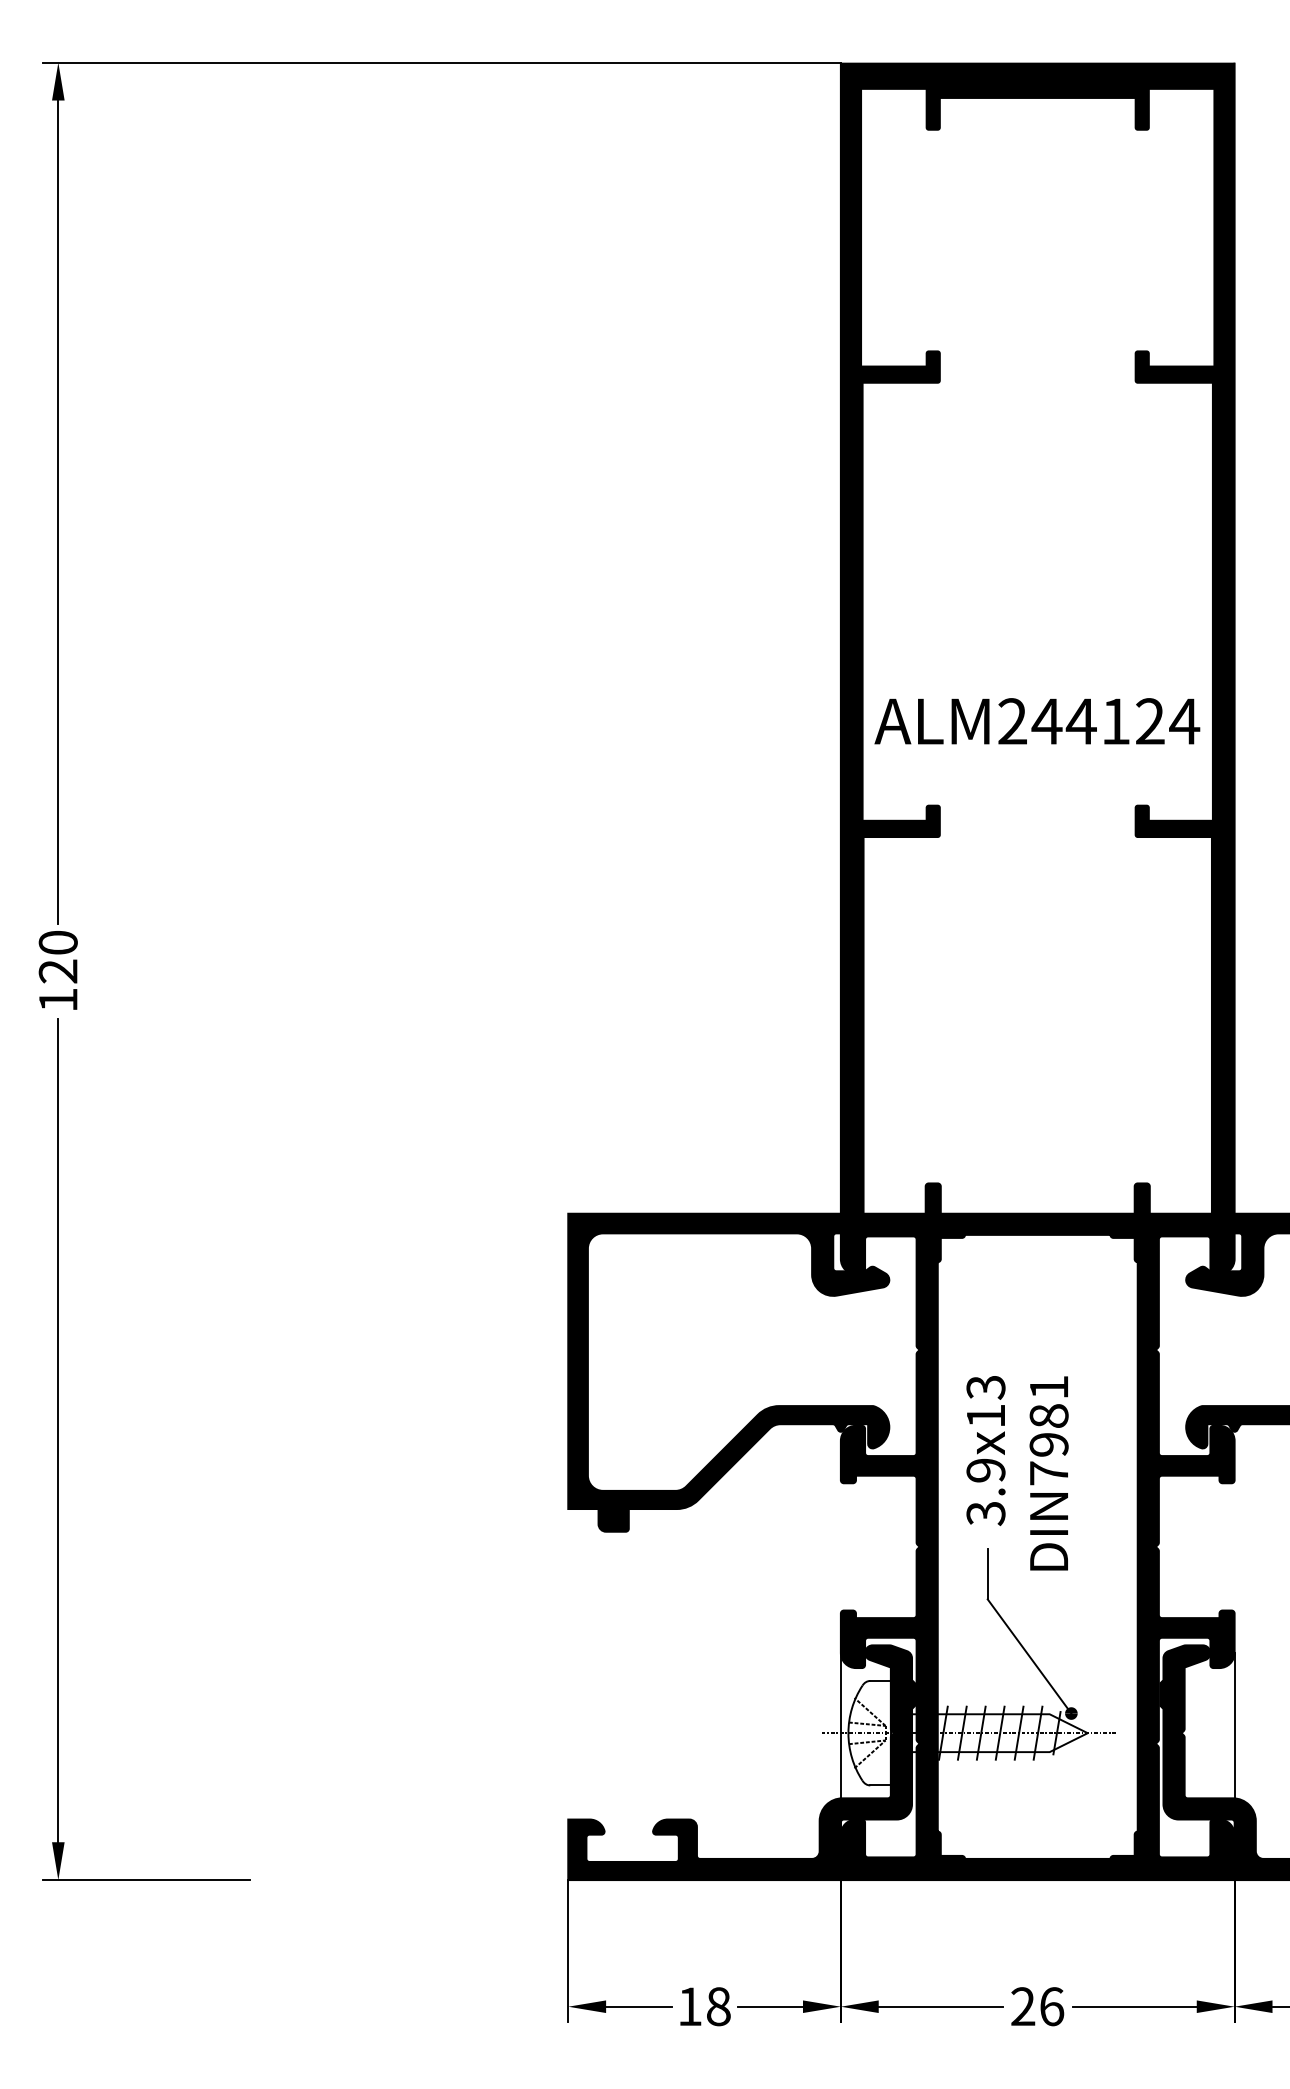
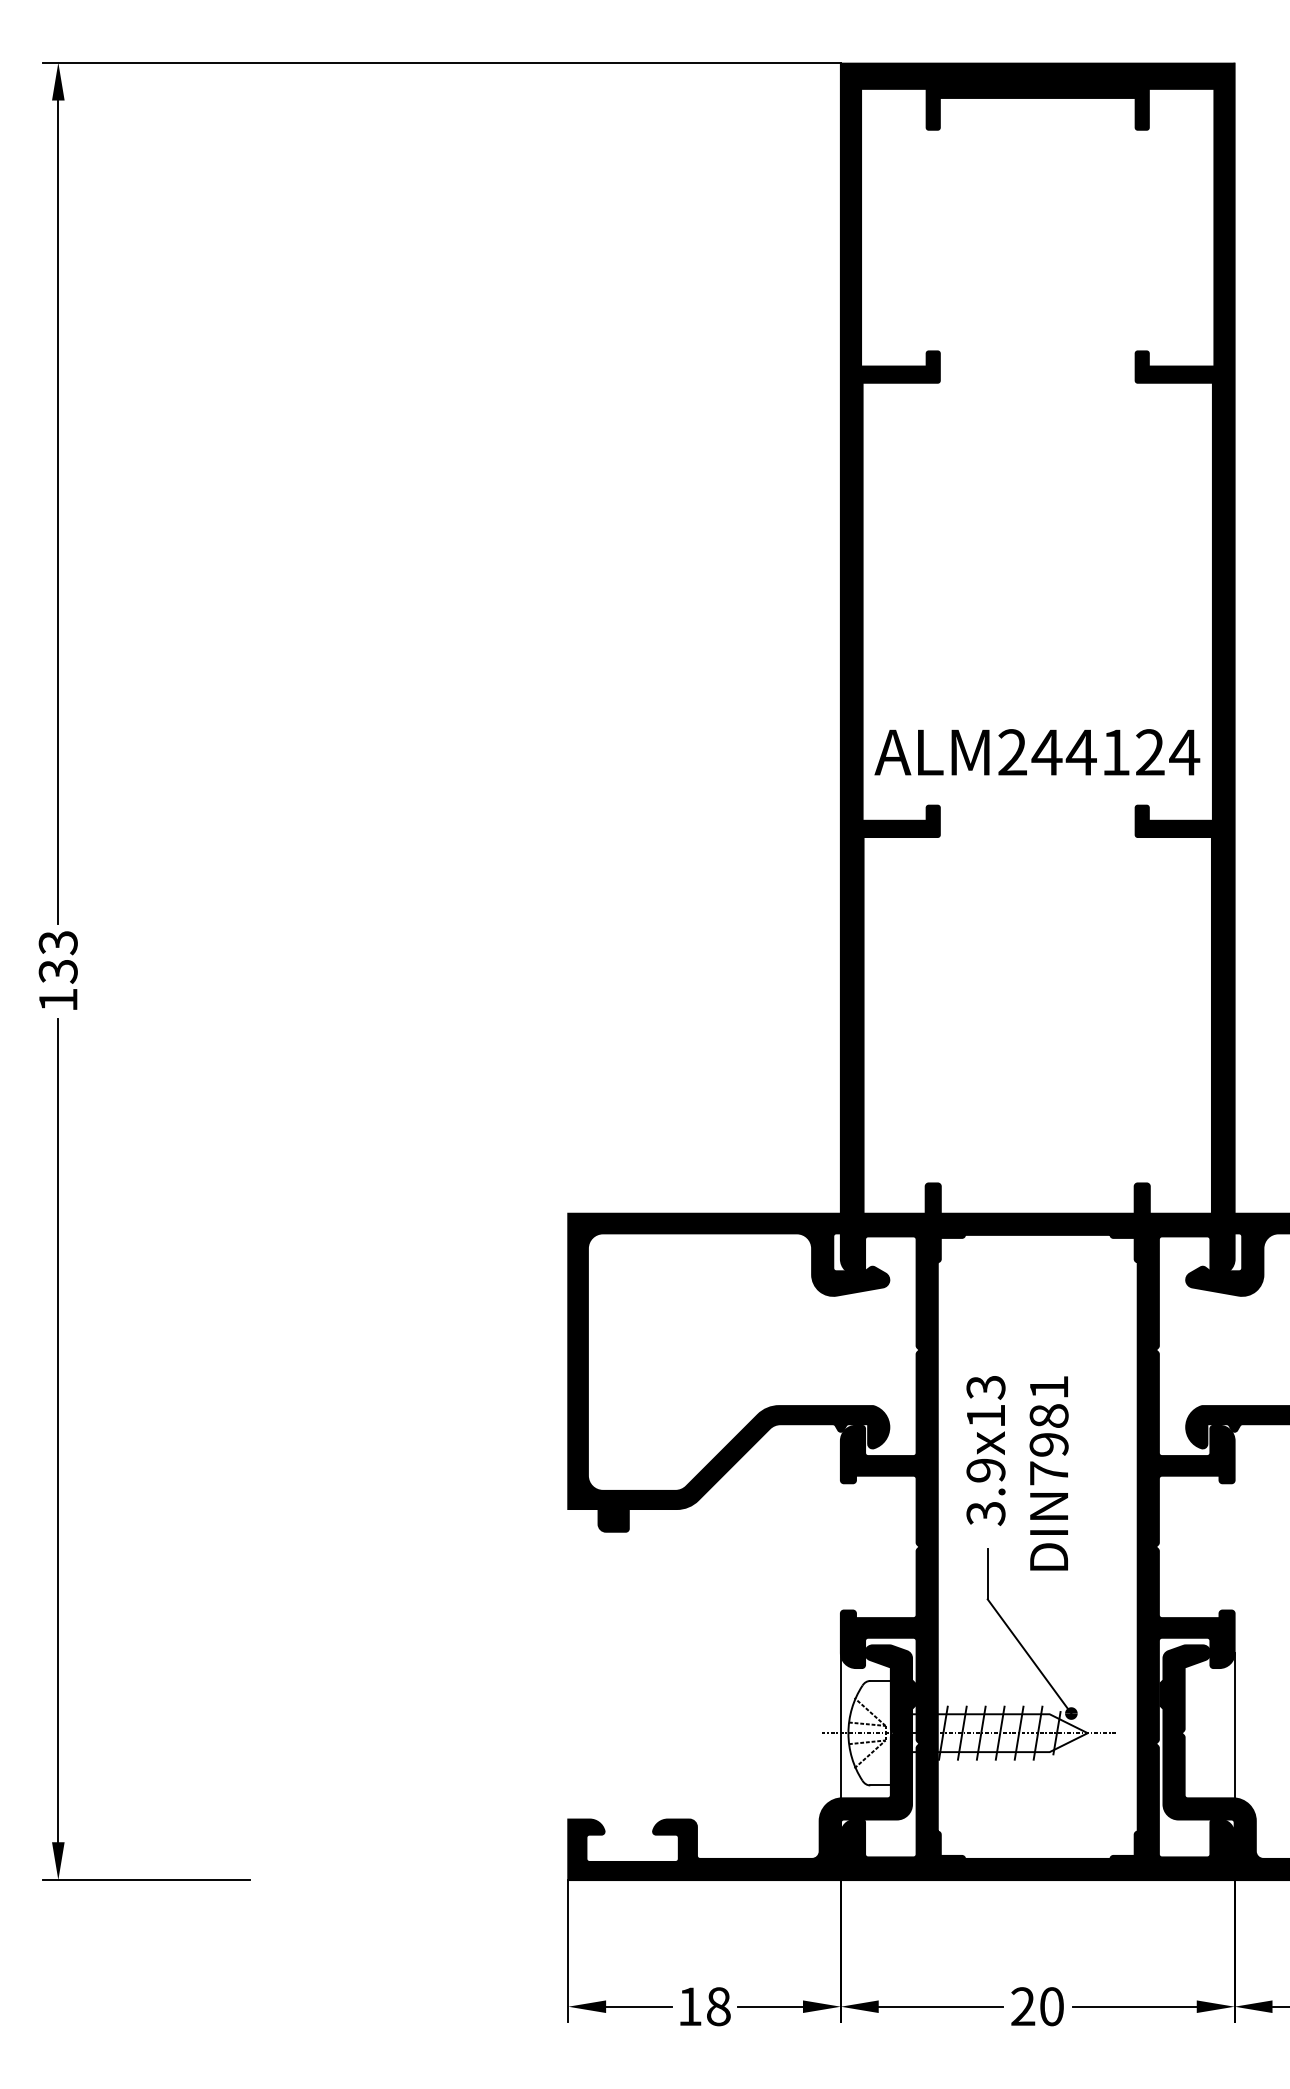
text at (1037, 721) position: (1037, 721) -> (1037, 752)
text at (57, 957): 120 -> 133
text at (1052, 2006): 26 -> 20
